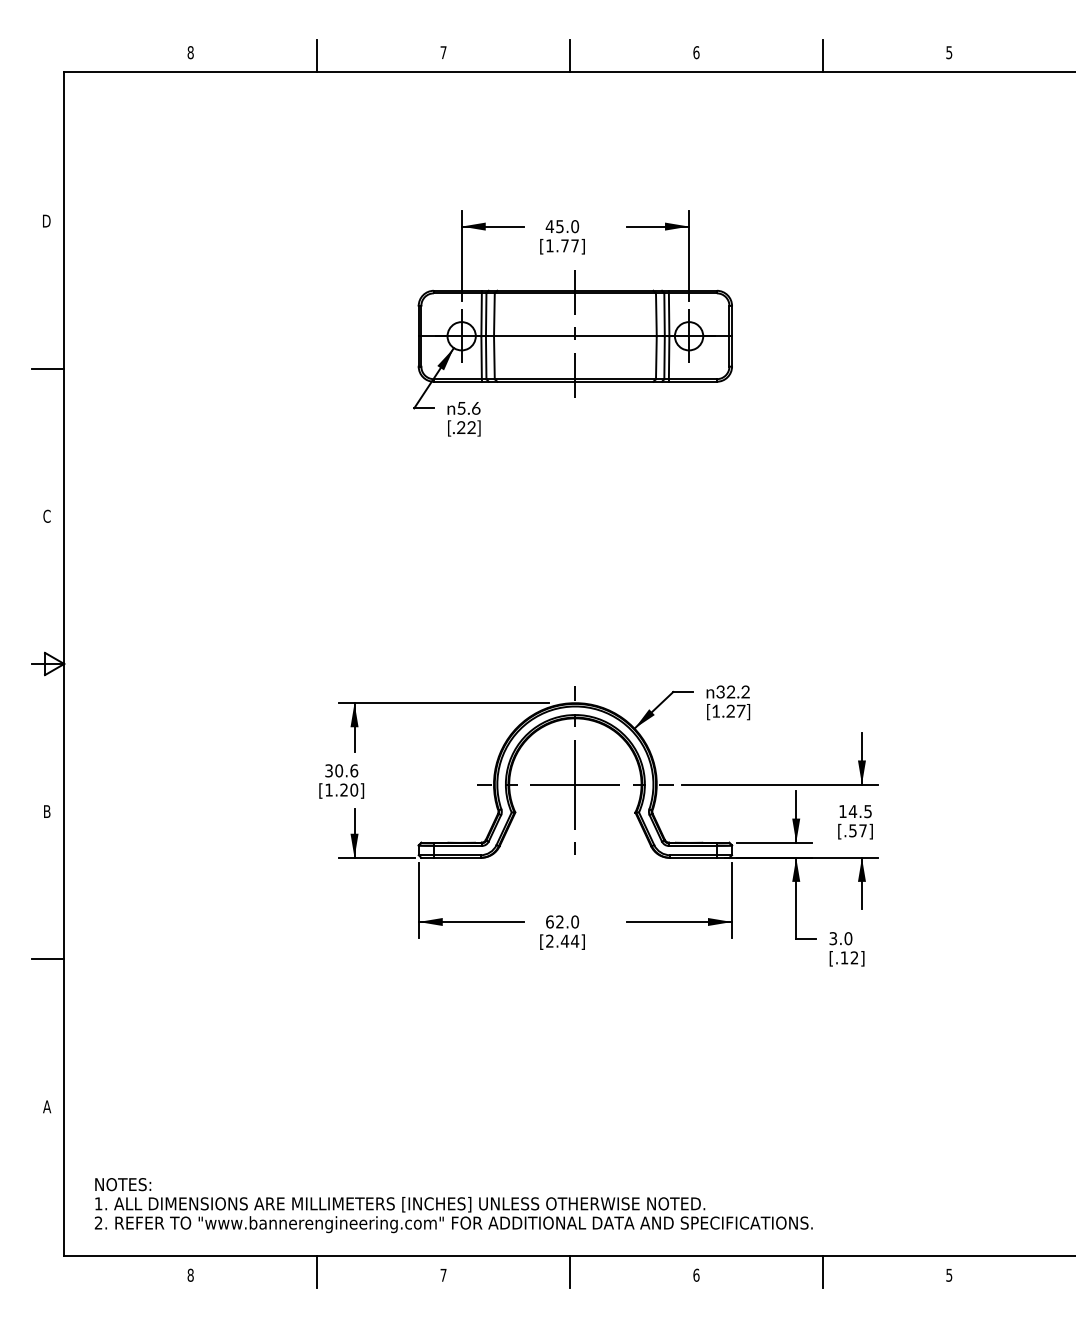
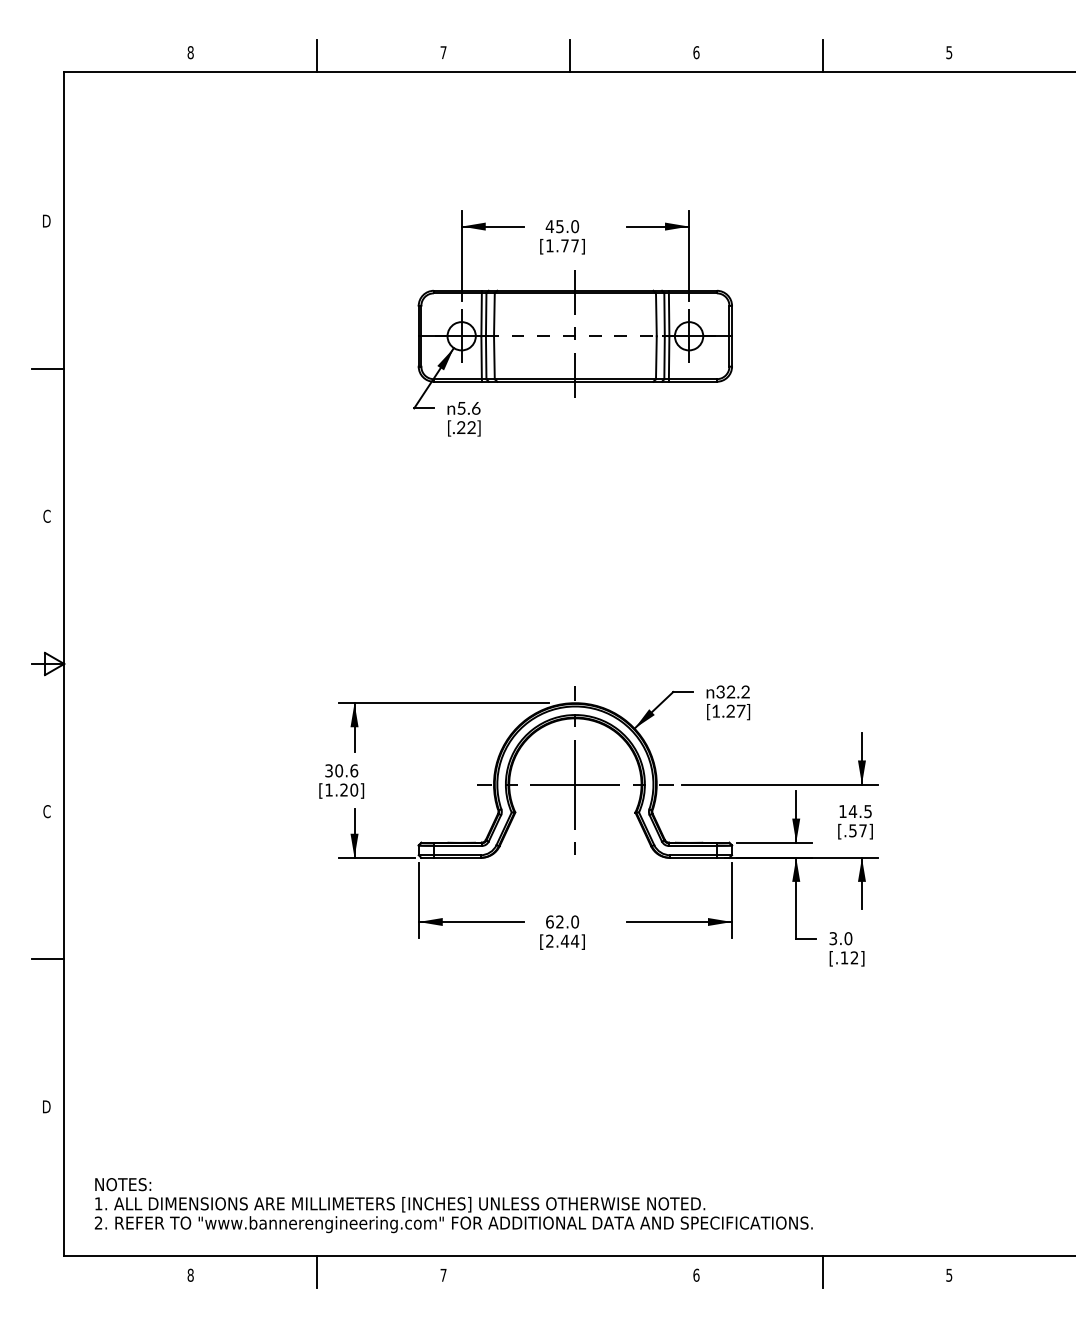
line at (575, 336): solid -> dashed
text at (46, 811): B -> C
text at (47, 1106): A -> D
line at (570, 1272): present -> none
